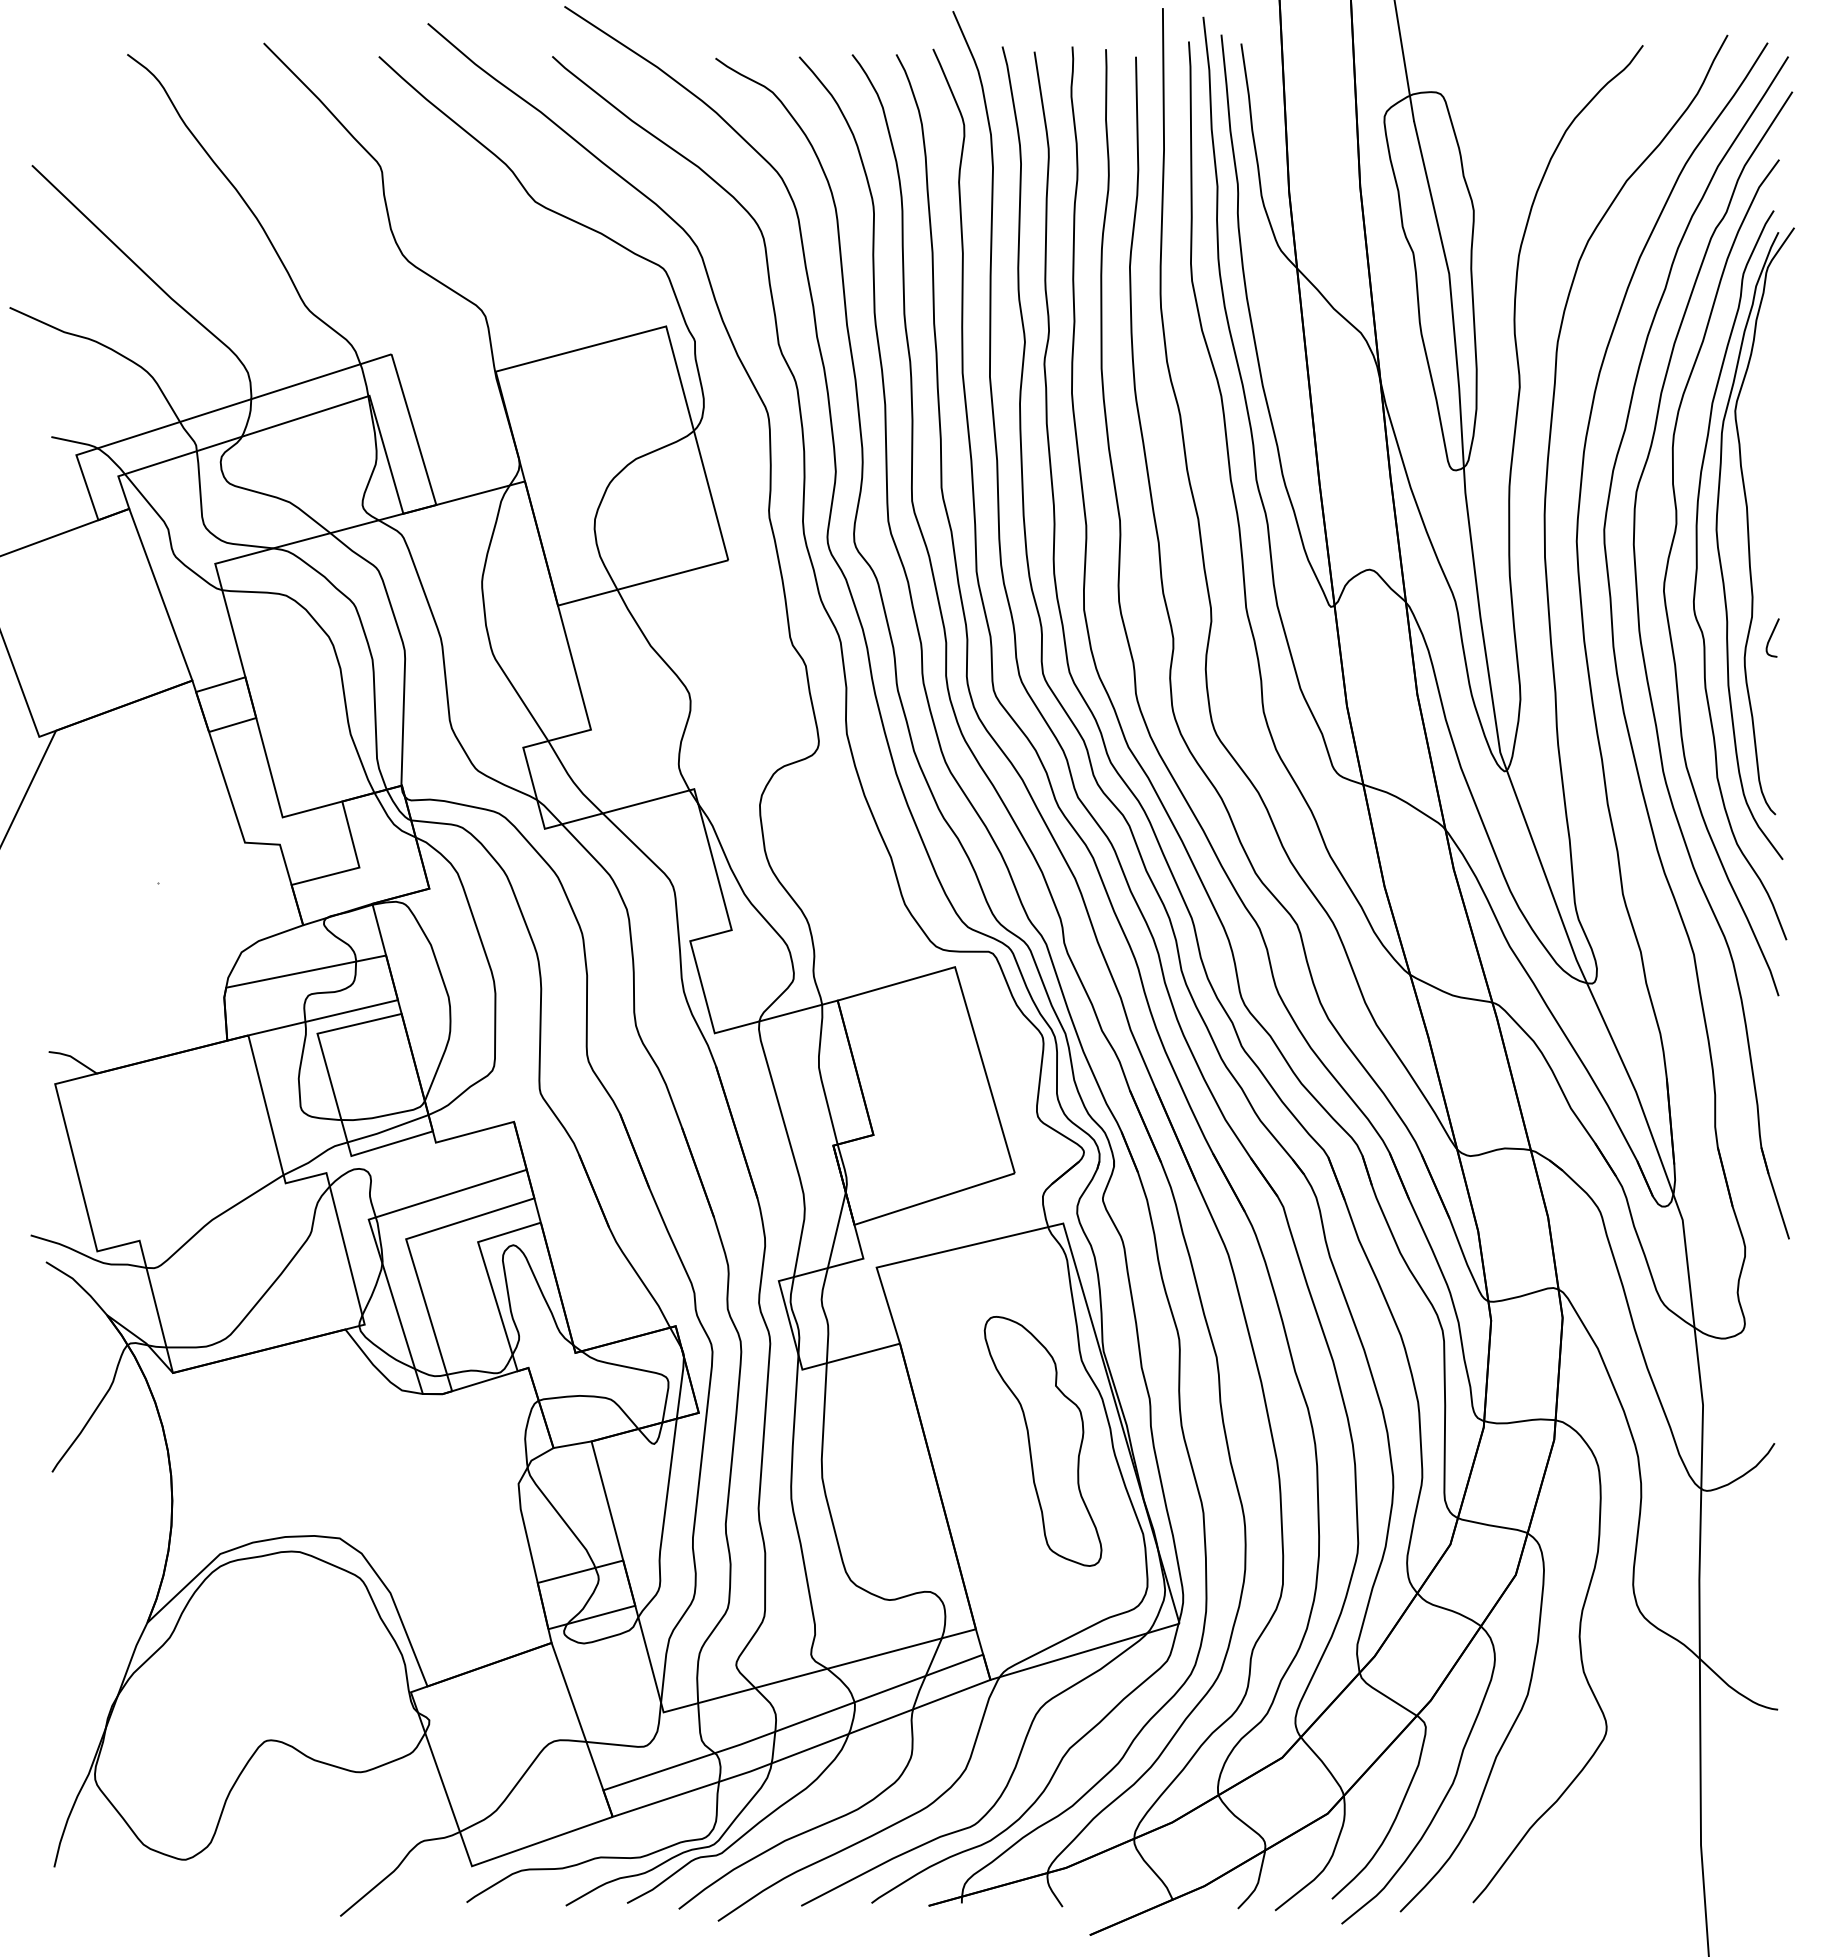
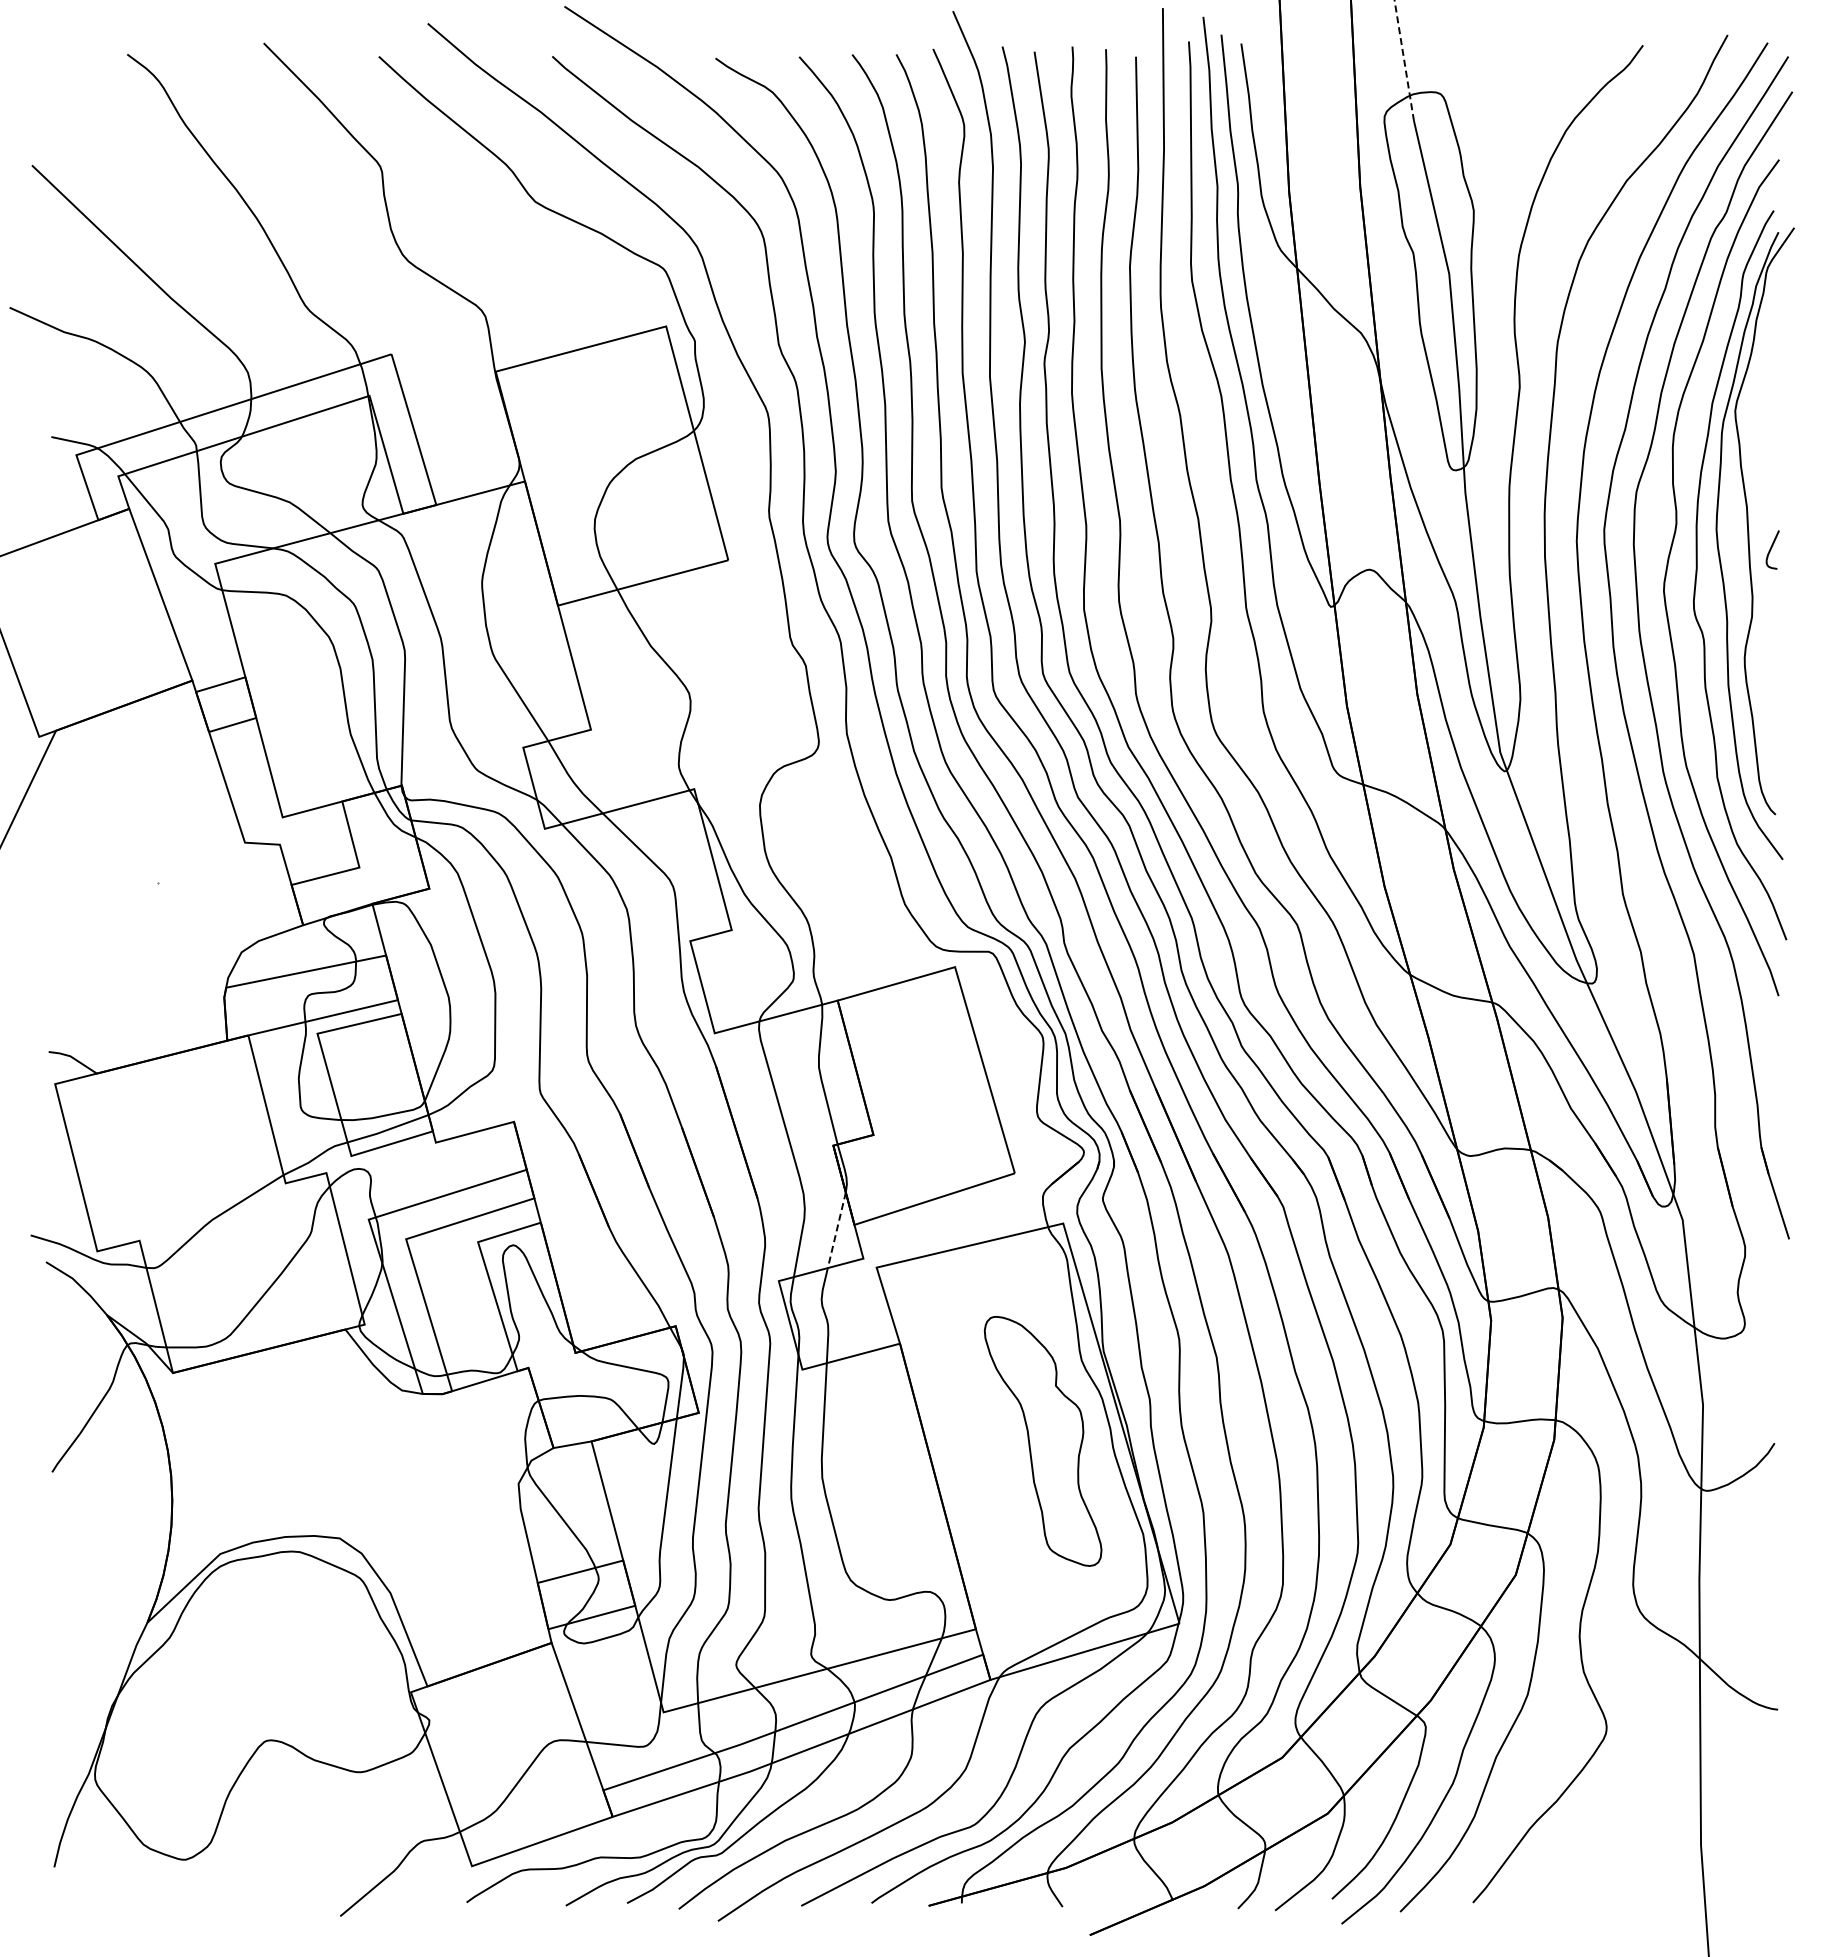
line at (1404, 60): solid -> dashed
curve at (1771, 637) position: (1771, 637) -> (1771, 549)
line at (836, 1230): solid -> dashed
